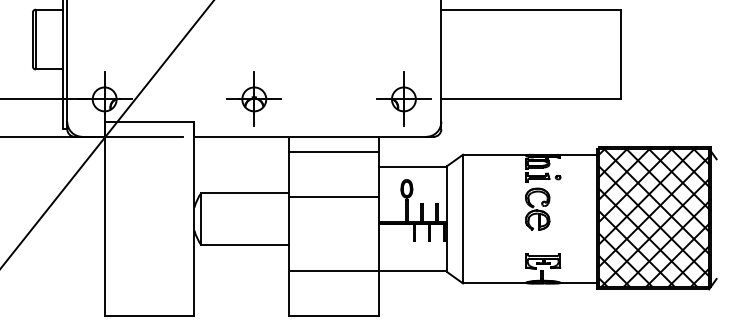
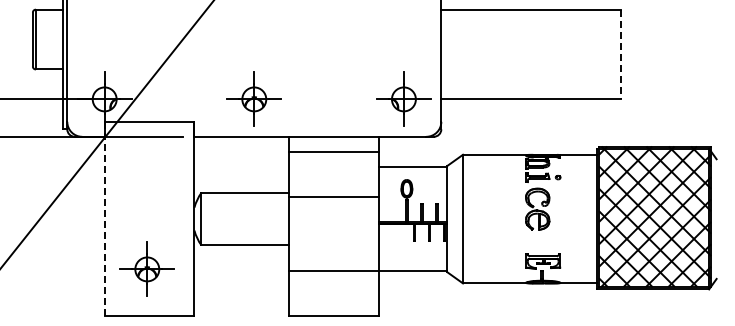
line at (620, 54): solid -> dashed
line at (104, 219): solid -> dashed
part at (146, 268): none -> present
